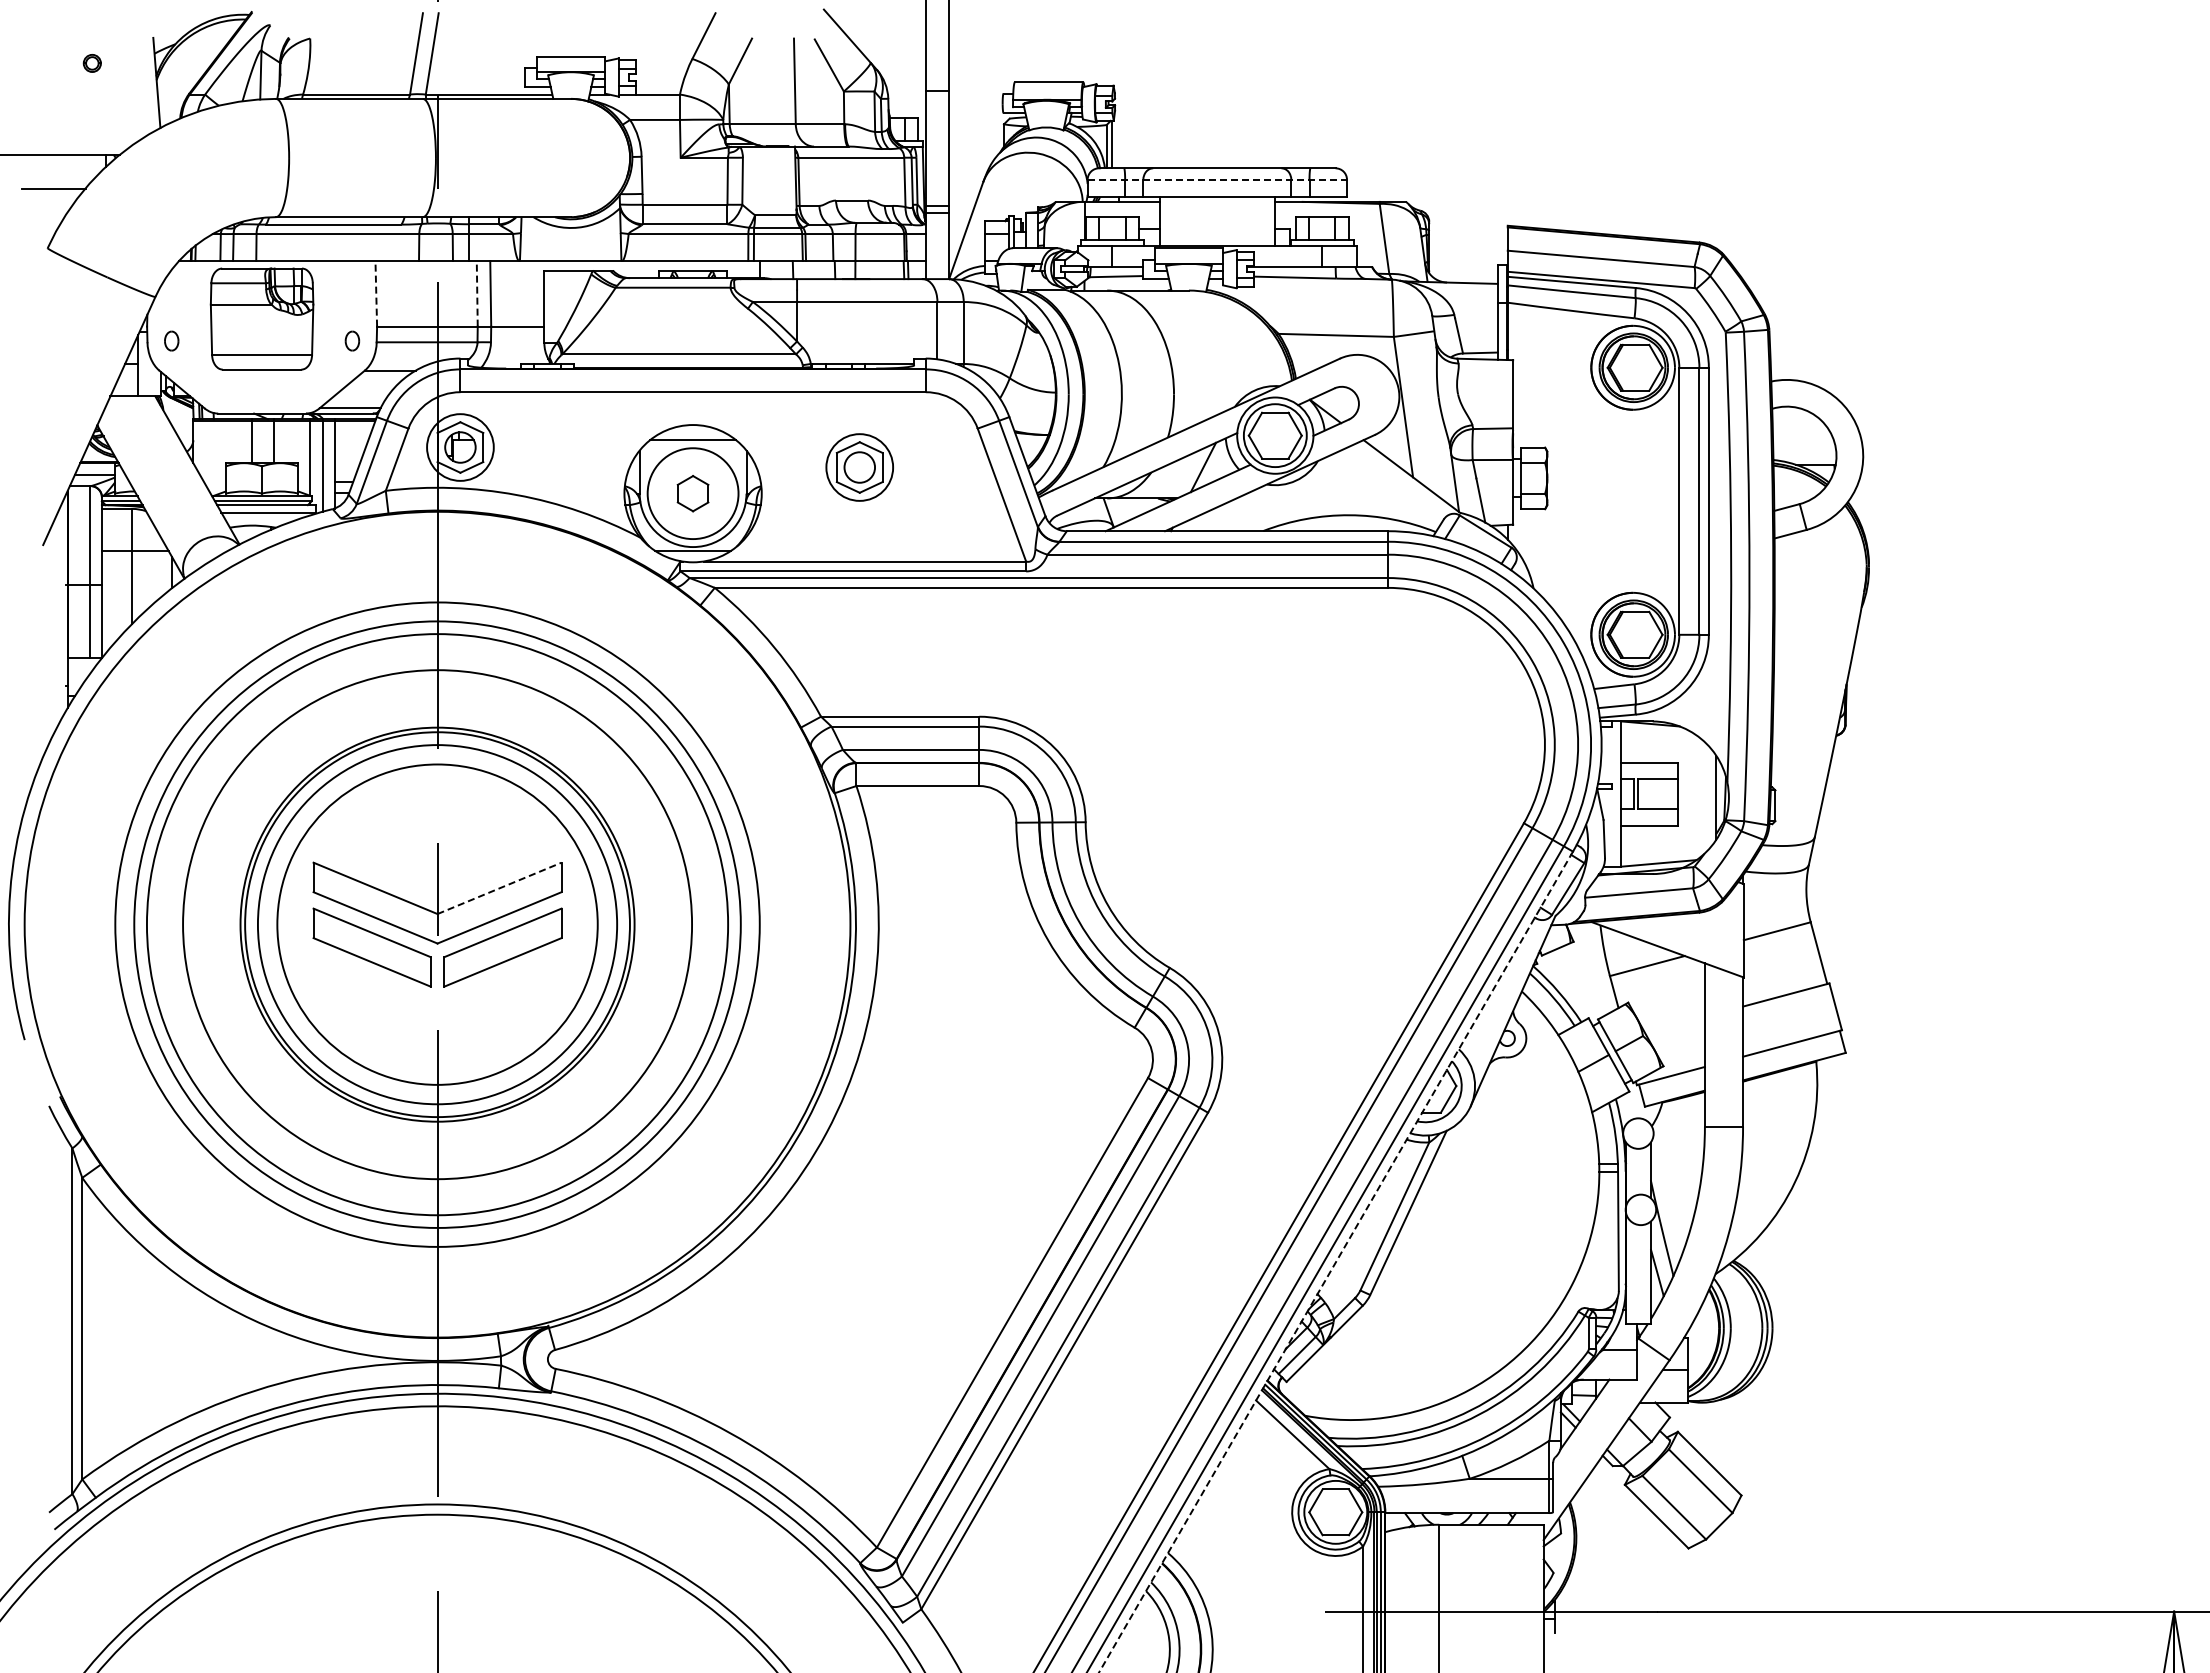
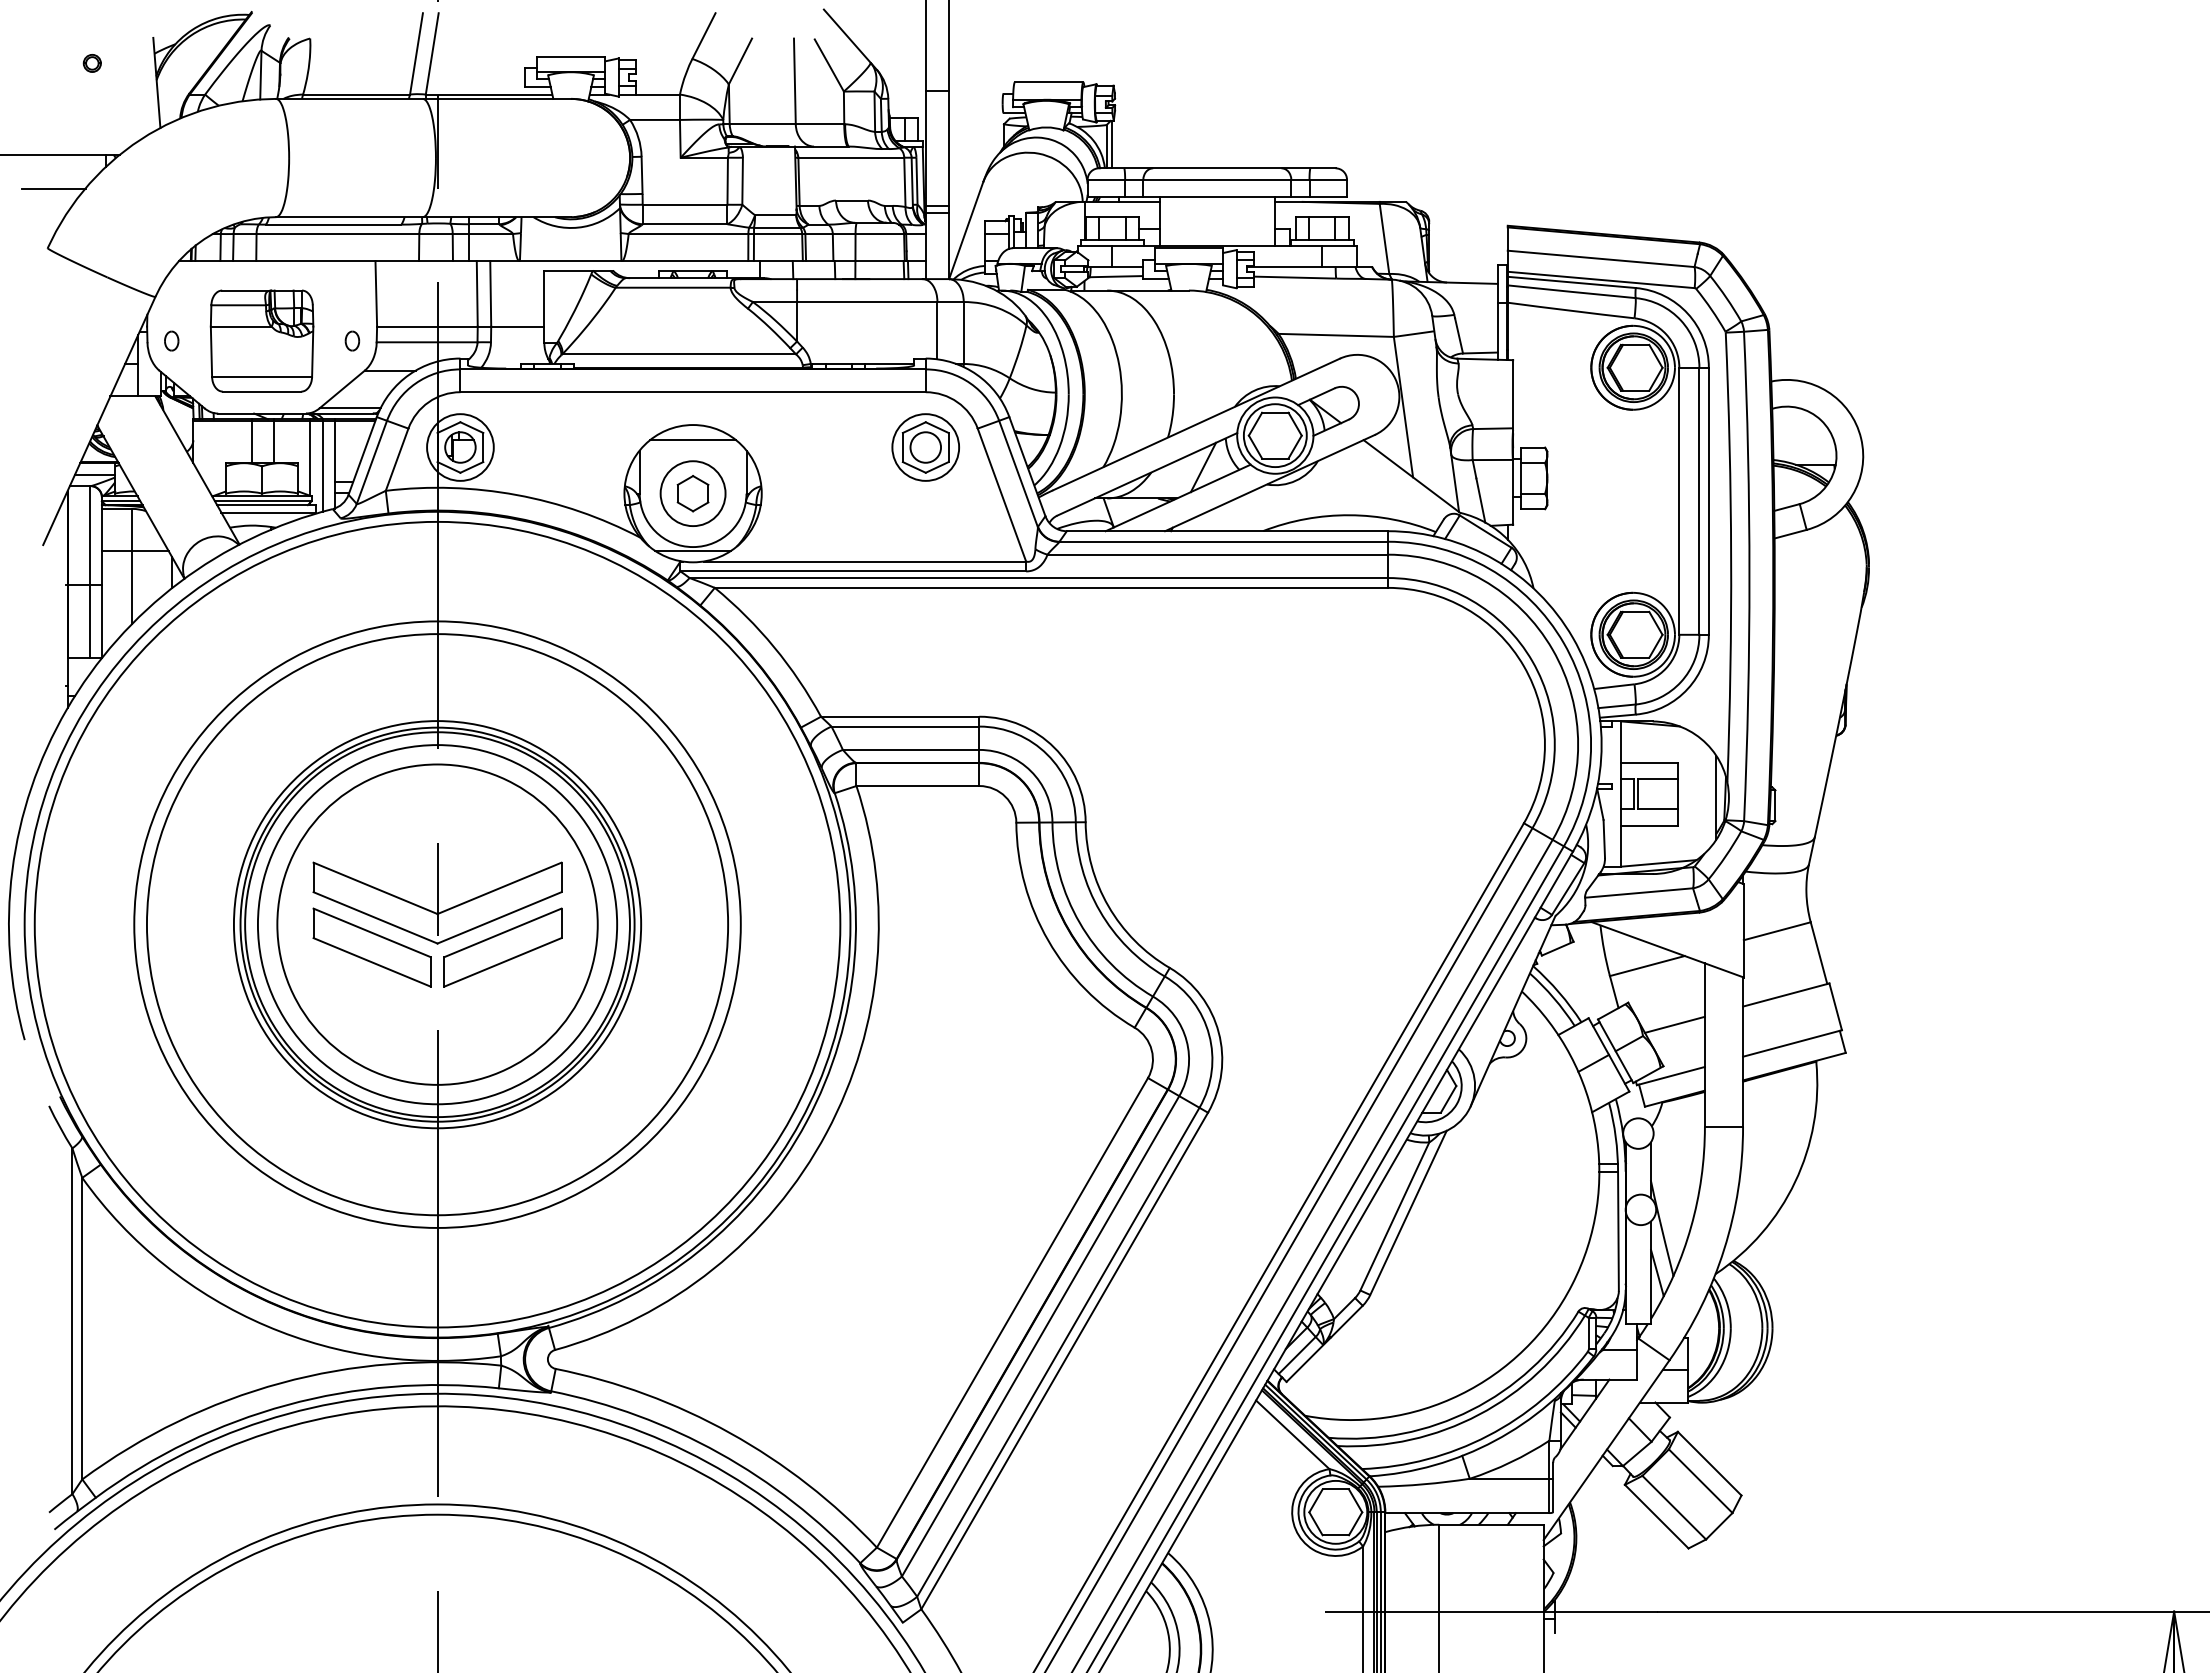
line at (1217, 179): dashed -> solid
line at (376, 293): dashed -> solid
line at (477, 293): dashed -> solid
part at (261, 318) position: (261, 318) -> (261, 340)
part at (859, 467) position: (859, 467) -> (925, 447)
circle at (692, 493) diameter: 91 px -> 65 px
line at (499, 888): dashed -> solid
circle at (437, 924) diameter: 509 px -> 407 px
circle at (437, 924) diameter: 644 px -> 806 px
line at (1674, 1024): none -> present
line at (1335, 1262): dashed -> solid
